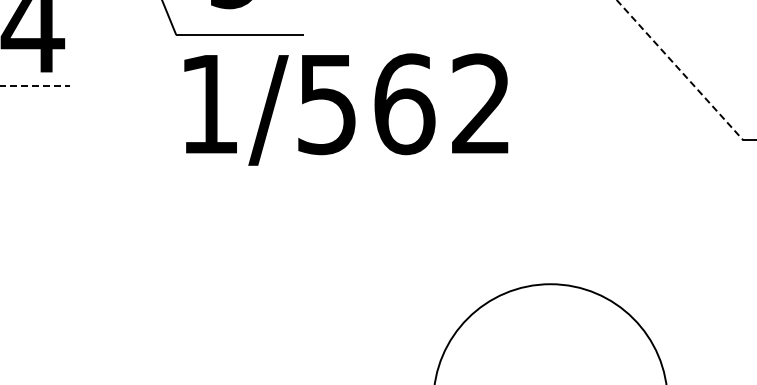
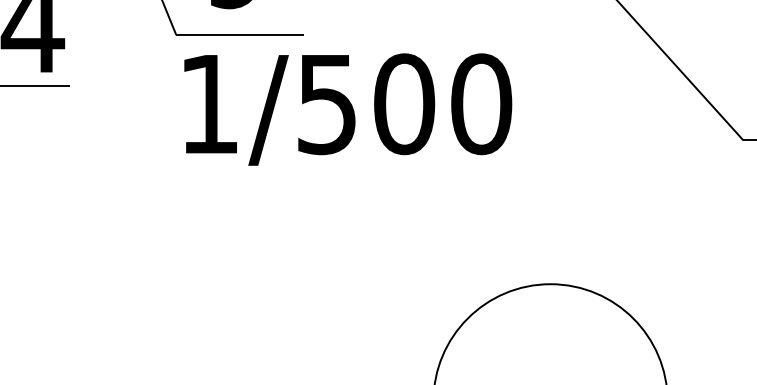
line at (680, 70): dashed -> solid
line at (35, 86): dashed -> solid
text at (443, 104): 1/562 -> 1/500
